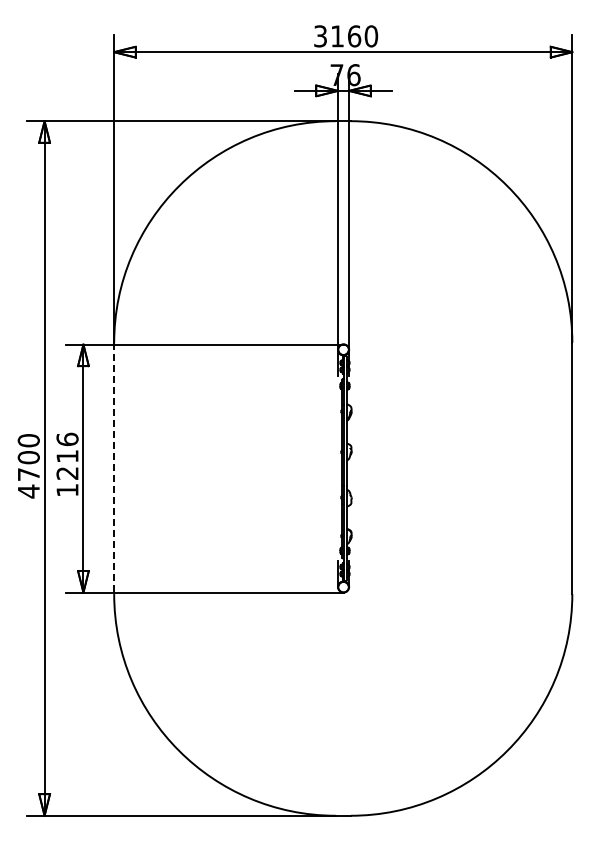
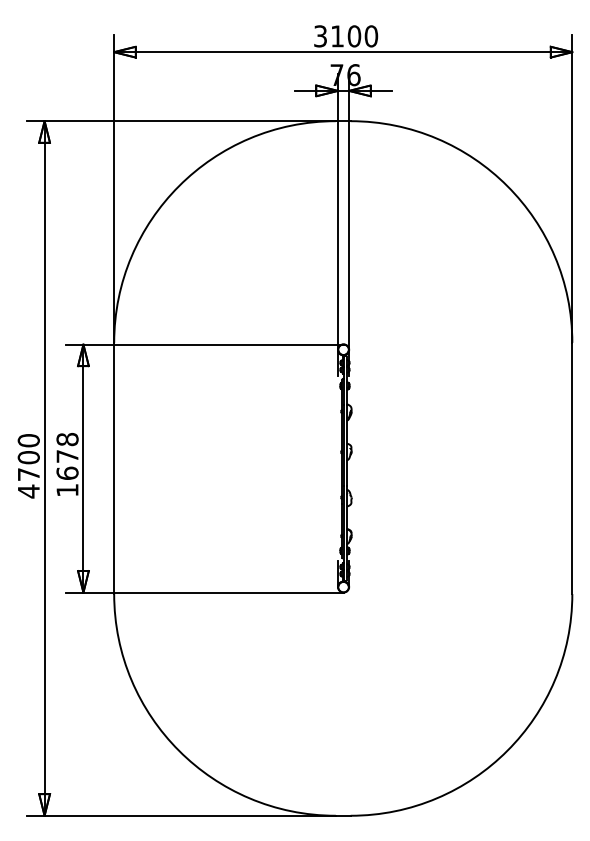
text at (354, 36): 3160 -> 3100
text at (67, 455): 1216 -> 1678
line at (114, 468): dashed -> solid
